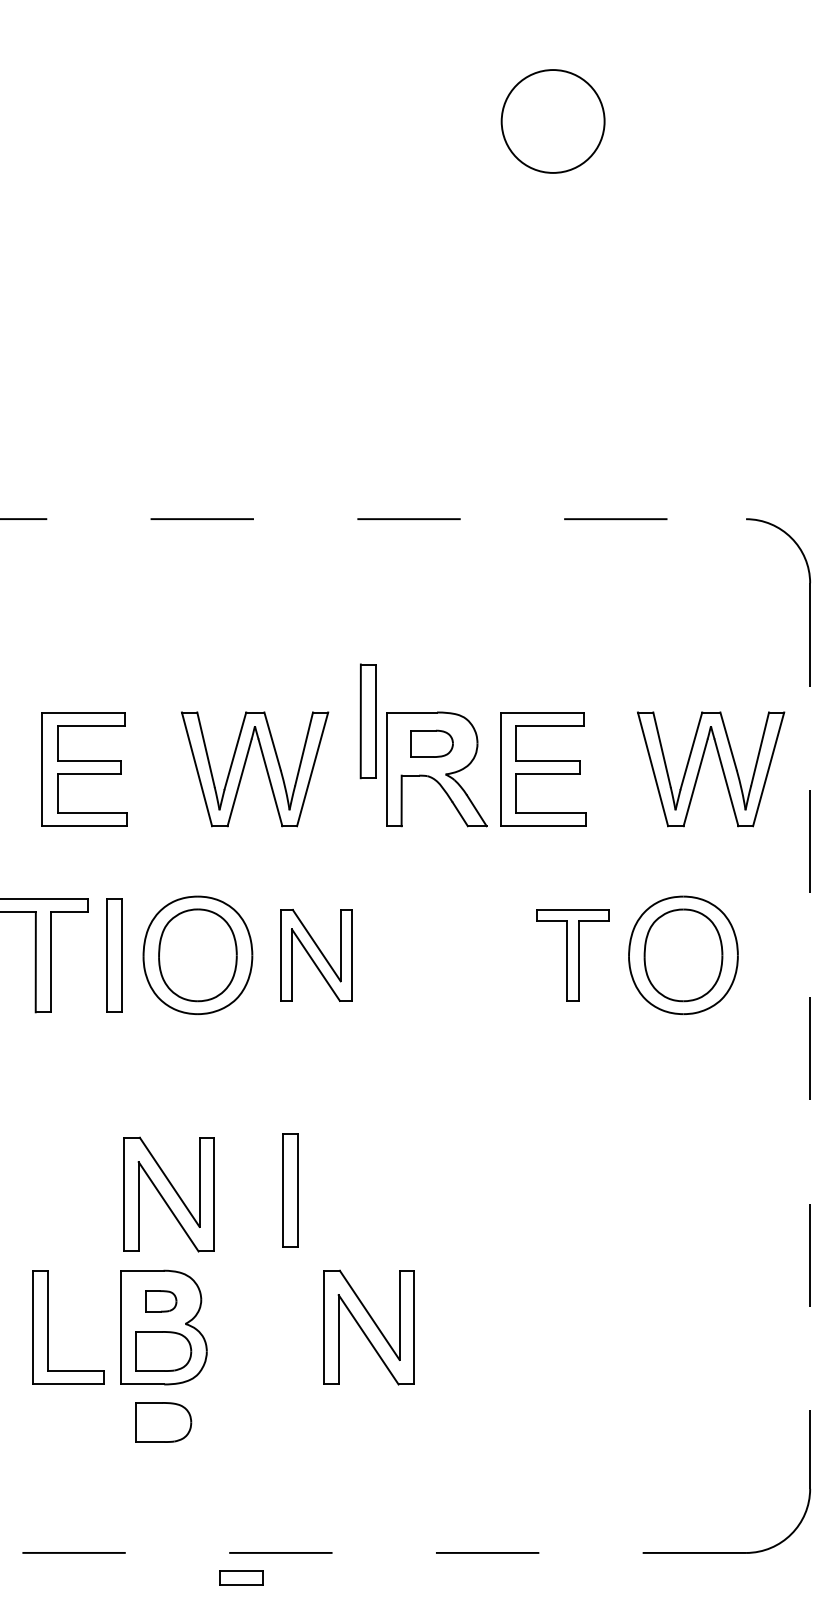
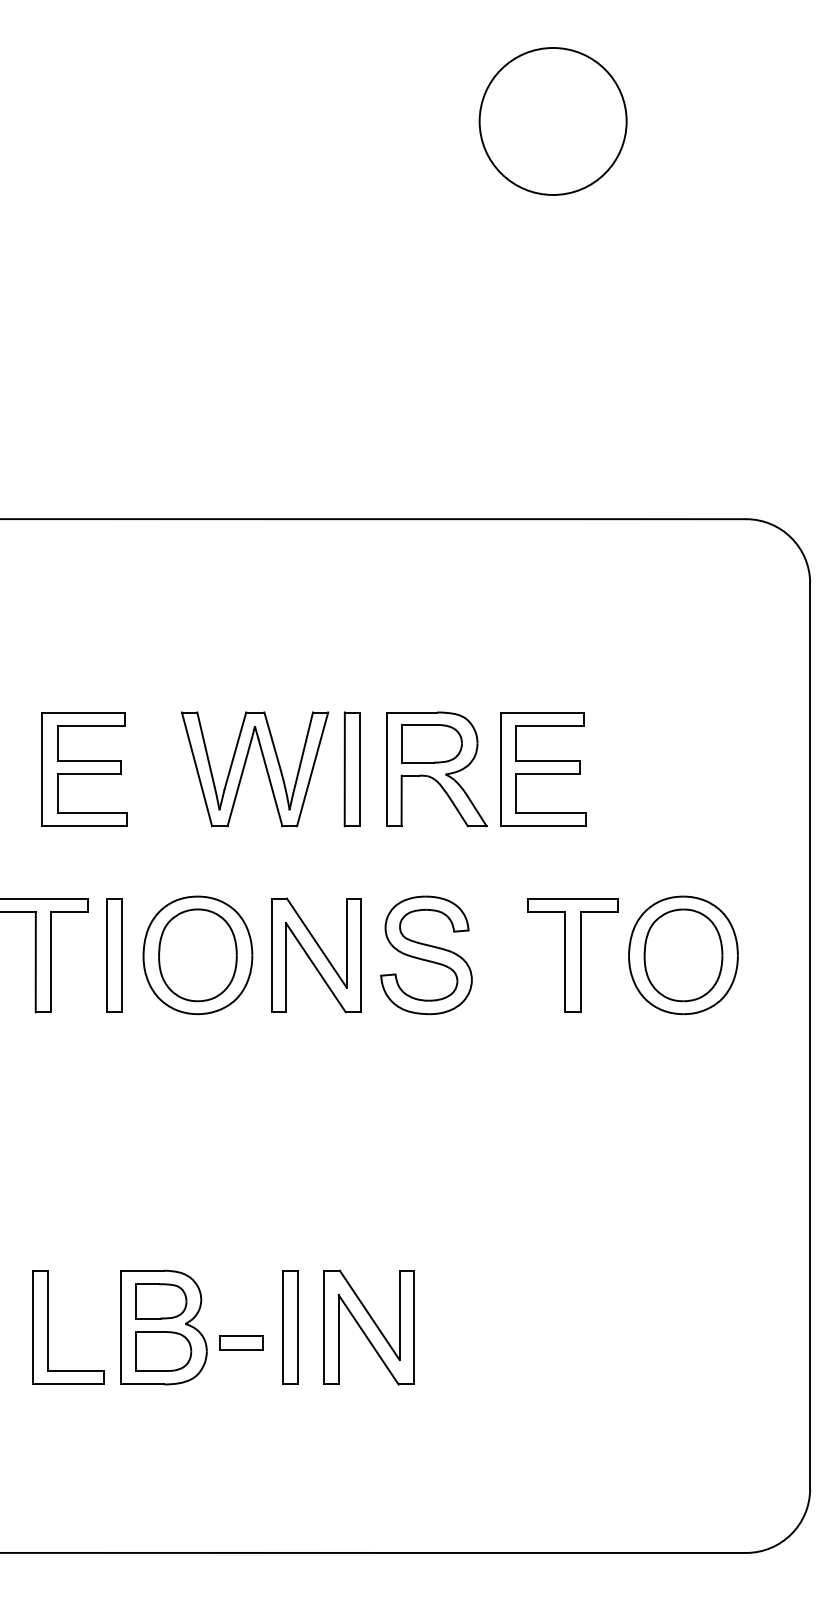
circle at (552, 121) diameter: 103 px -> 147 px
line at (373, 519): dashed -> solid
part at (367, 721) position: (367, 721) -> (351, 769)
part at (431, 743) size: 44x29 px -> 62x40 px
part at (720, 765): present -> none
part at (426, 954): none -> present
part at (316, 955) size: 73x93 px -> 91x117 px
part at (572, 955) size: 74x93 px -> 92x115 px
line at (810, 1036): dashed -> solid
part at (290, 1190) position: (290, 1190) -> (290, 1327)
part at (168, 1194): present -> none
part at (161, 1301) size: 33x23 px -> 53x37 px
part at (163, 1422): present -> none
line at (373, 1552): dashed -> solid
part at (241, 1577) position: (241, 1577) -> (241, 1342)
